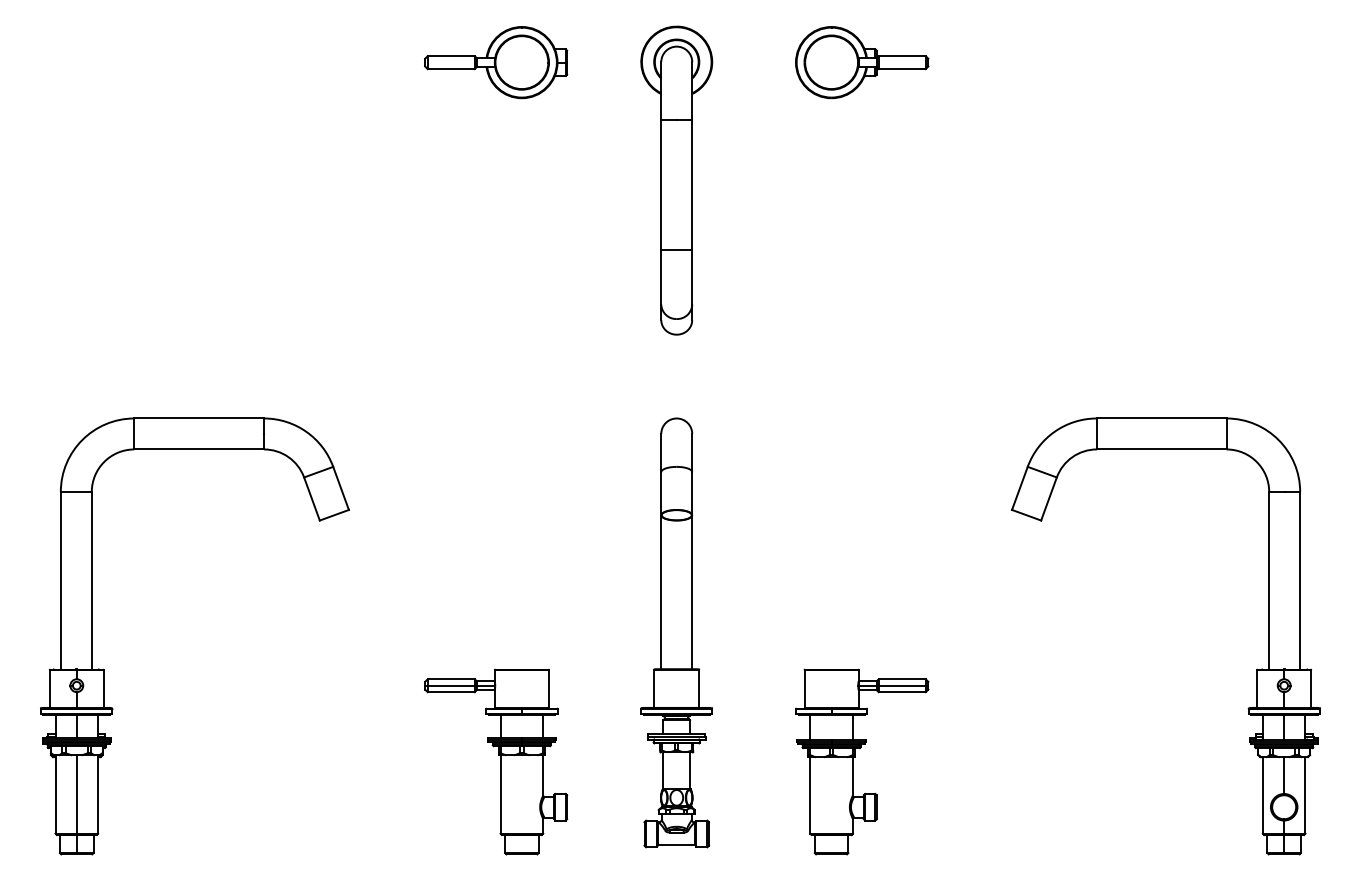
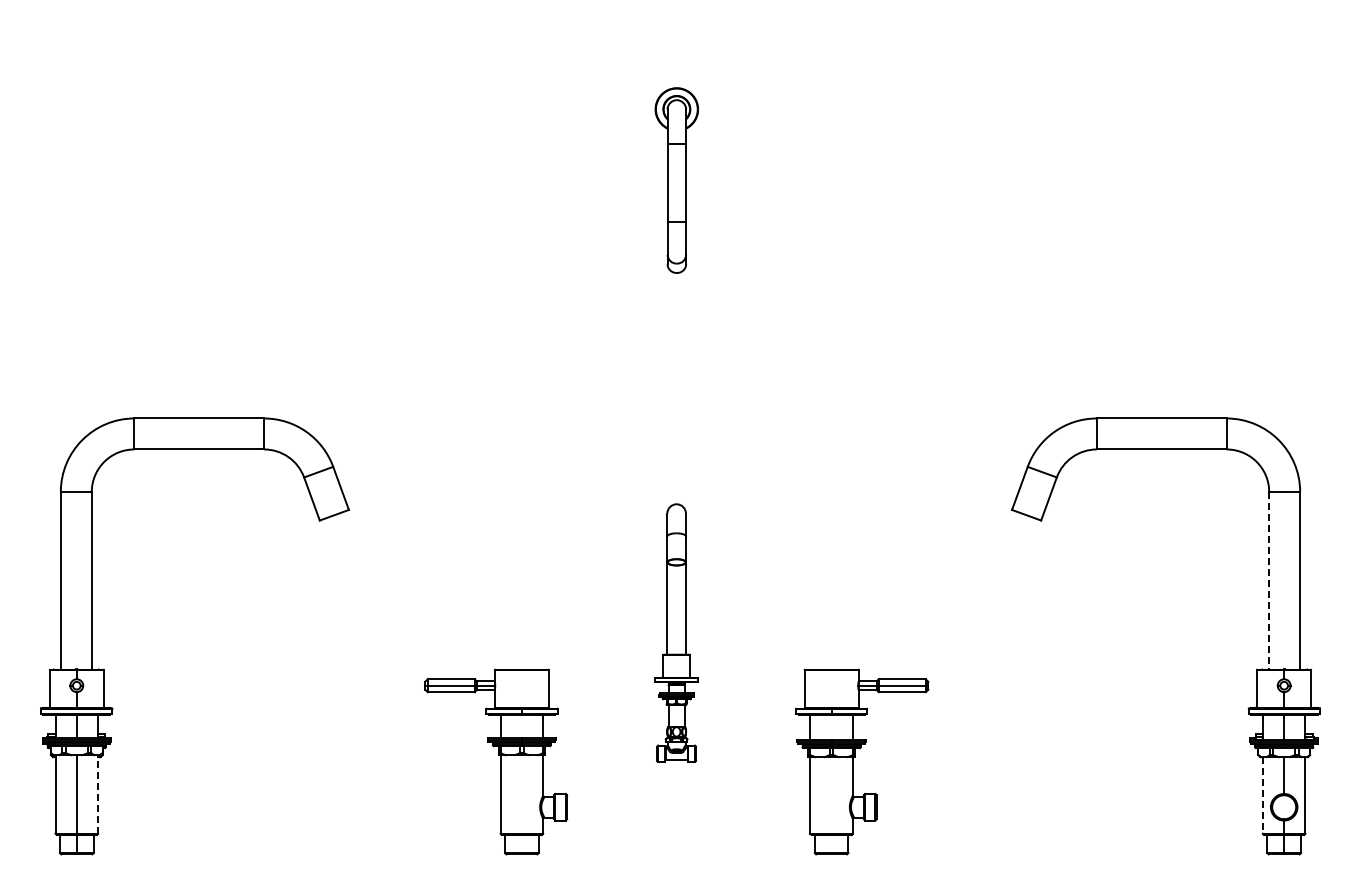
part at (496, 62): present -> none
part at (862, 62): present -> none
part at (676, 180) size: 74x311 px -> 45x187 px
line at (1269, 580): solid -> dashed
part at (676, 632) size: 73x432 px -> 45x260 px
line at (98, 793): solid -> dashed
line at (1262, 795): solid -> dashed
